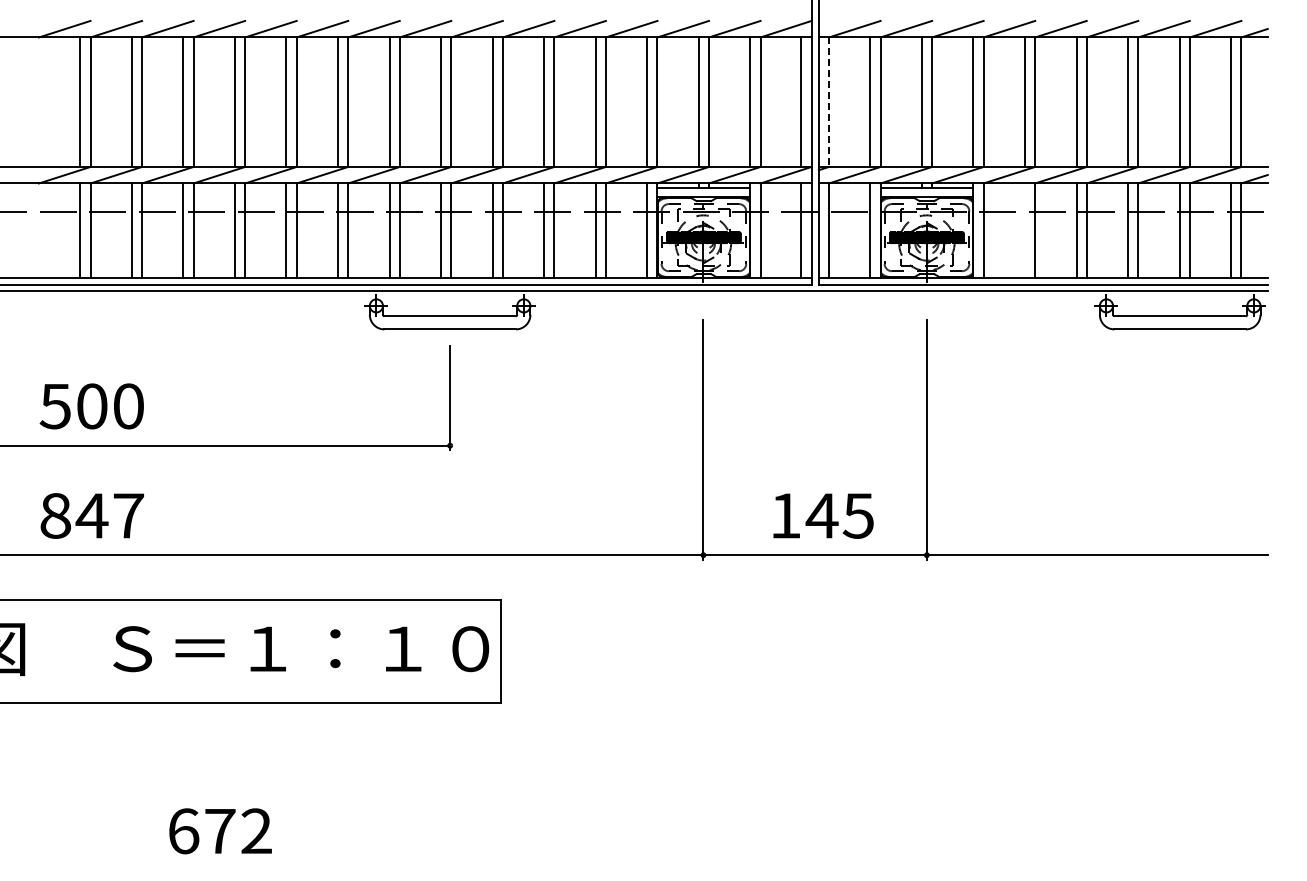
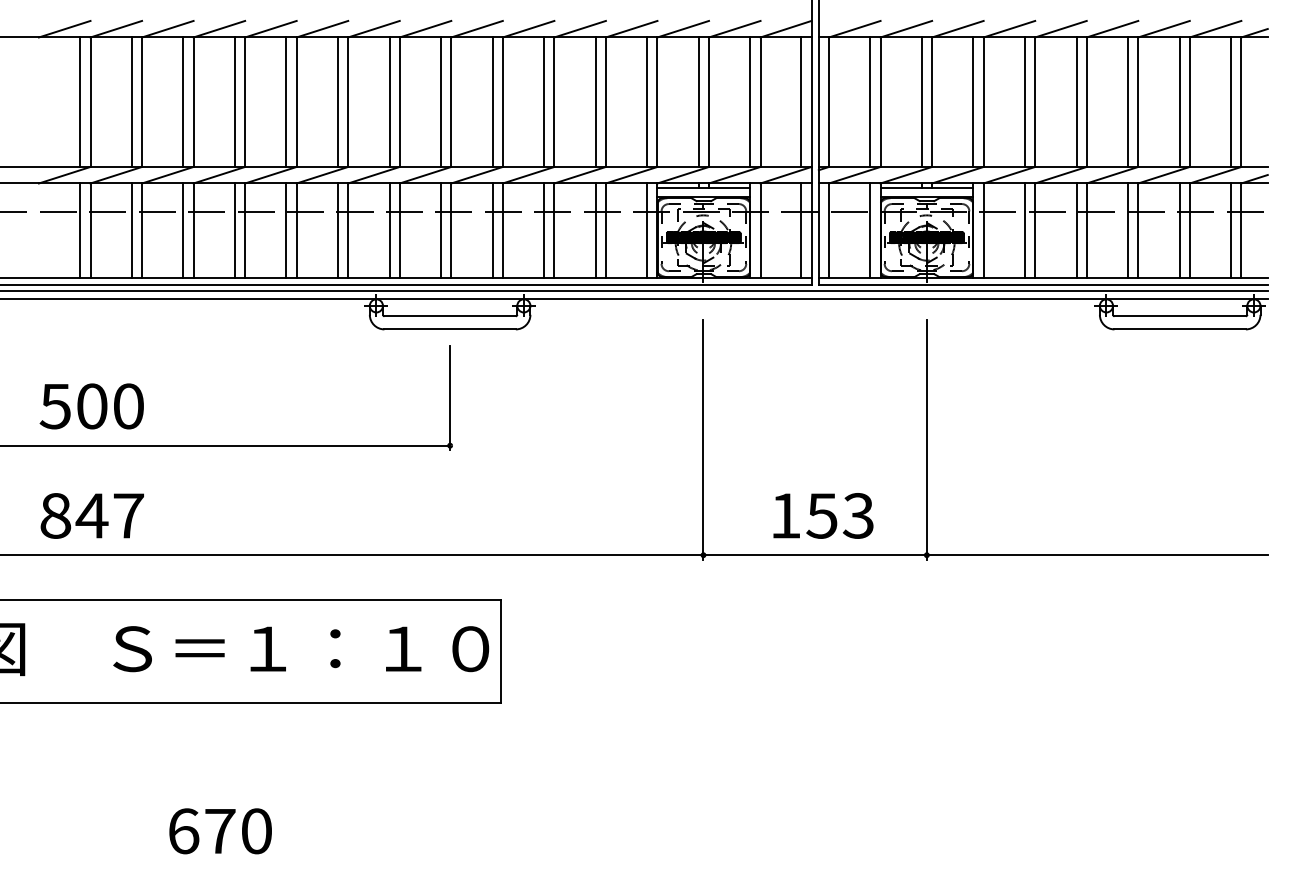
line at (829, 102): dashed -> solid
line at (1024, 230): none -> present
line at (634, 299): none -> present
text at (839, 515): 145 -> 153
text at (256, 831): 672 -> 670
